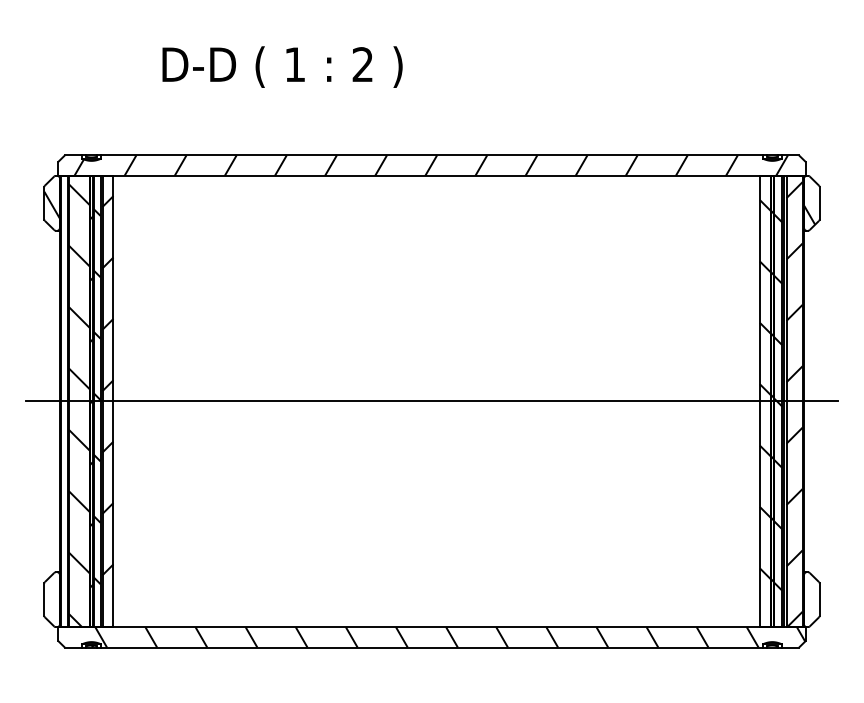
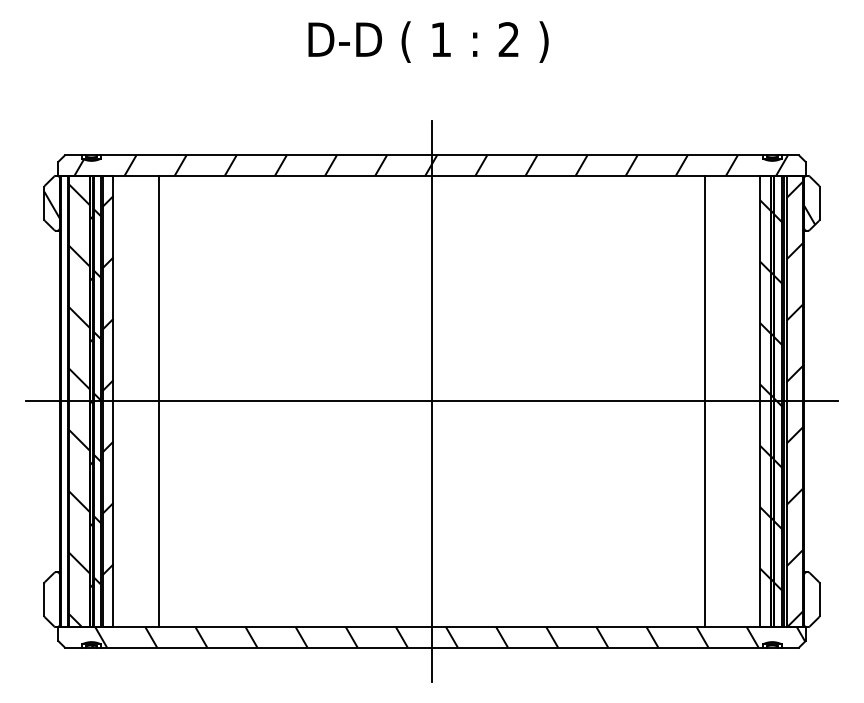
text at (282, 66) position: (282, 66) -> (428, 41)
line at (158, 401): none -> present
line at (431, 401): none -> present
line at (705, 401): none -> present
